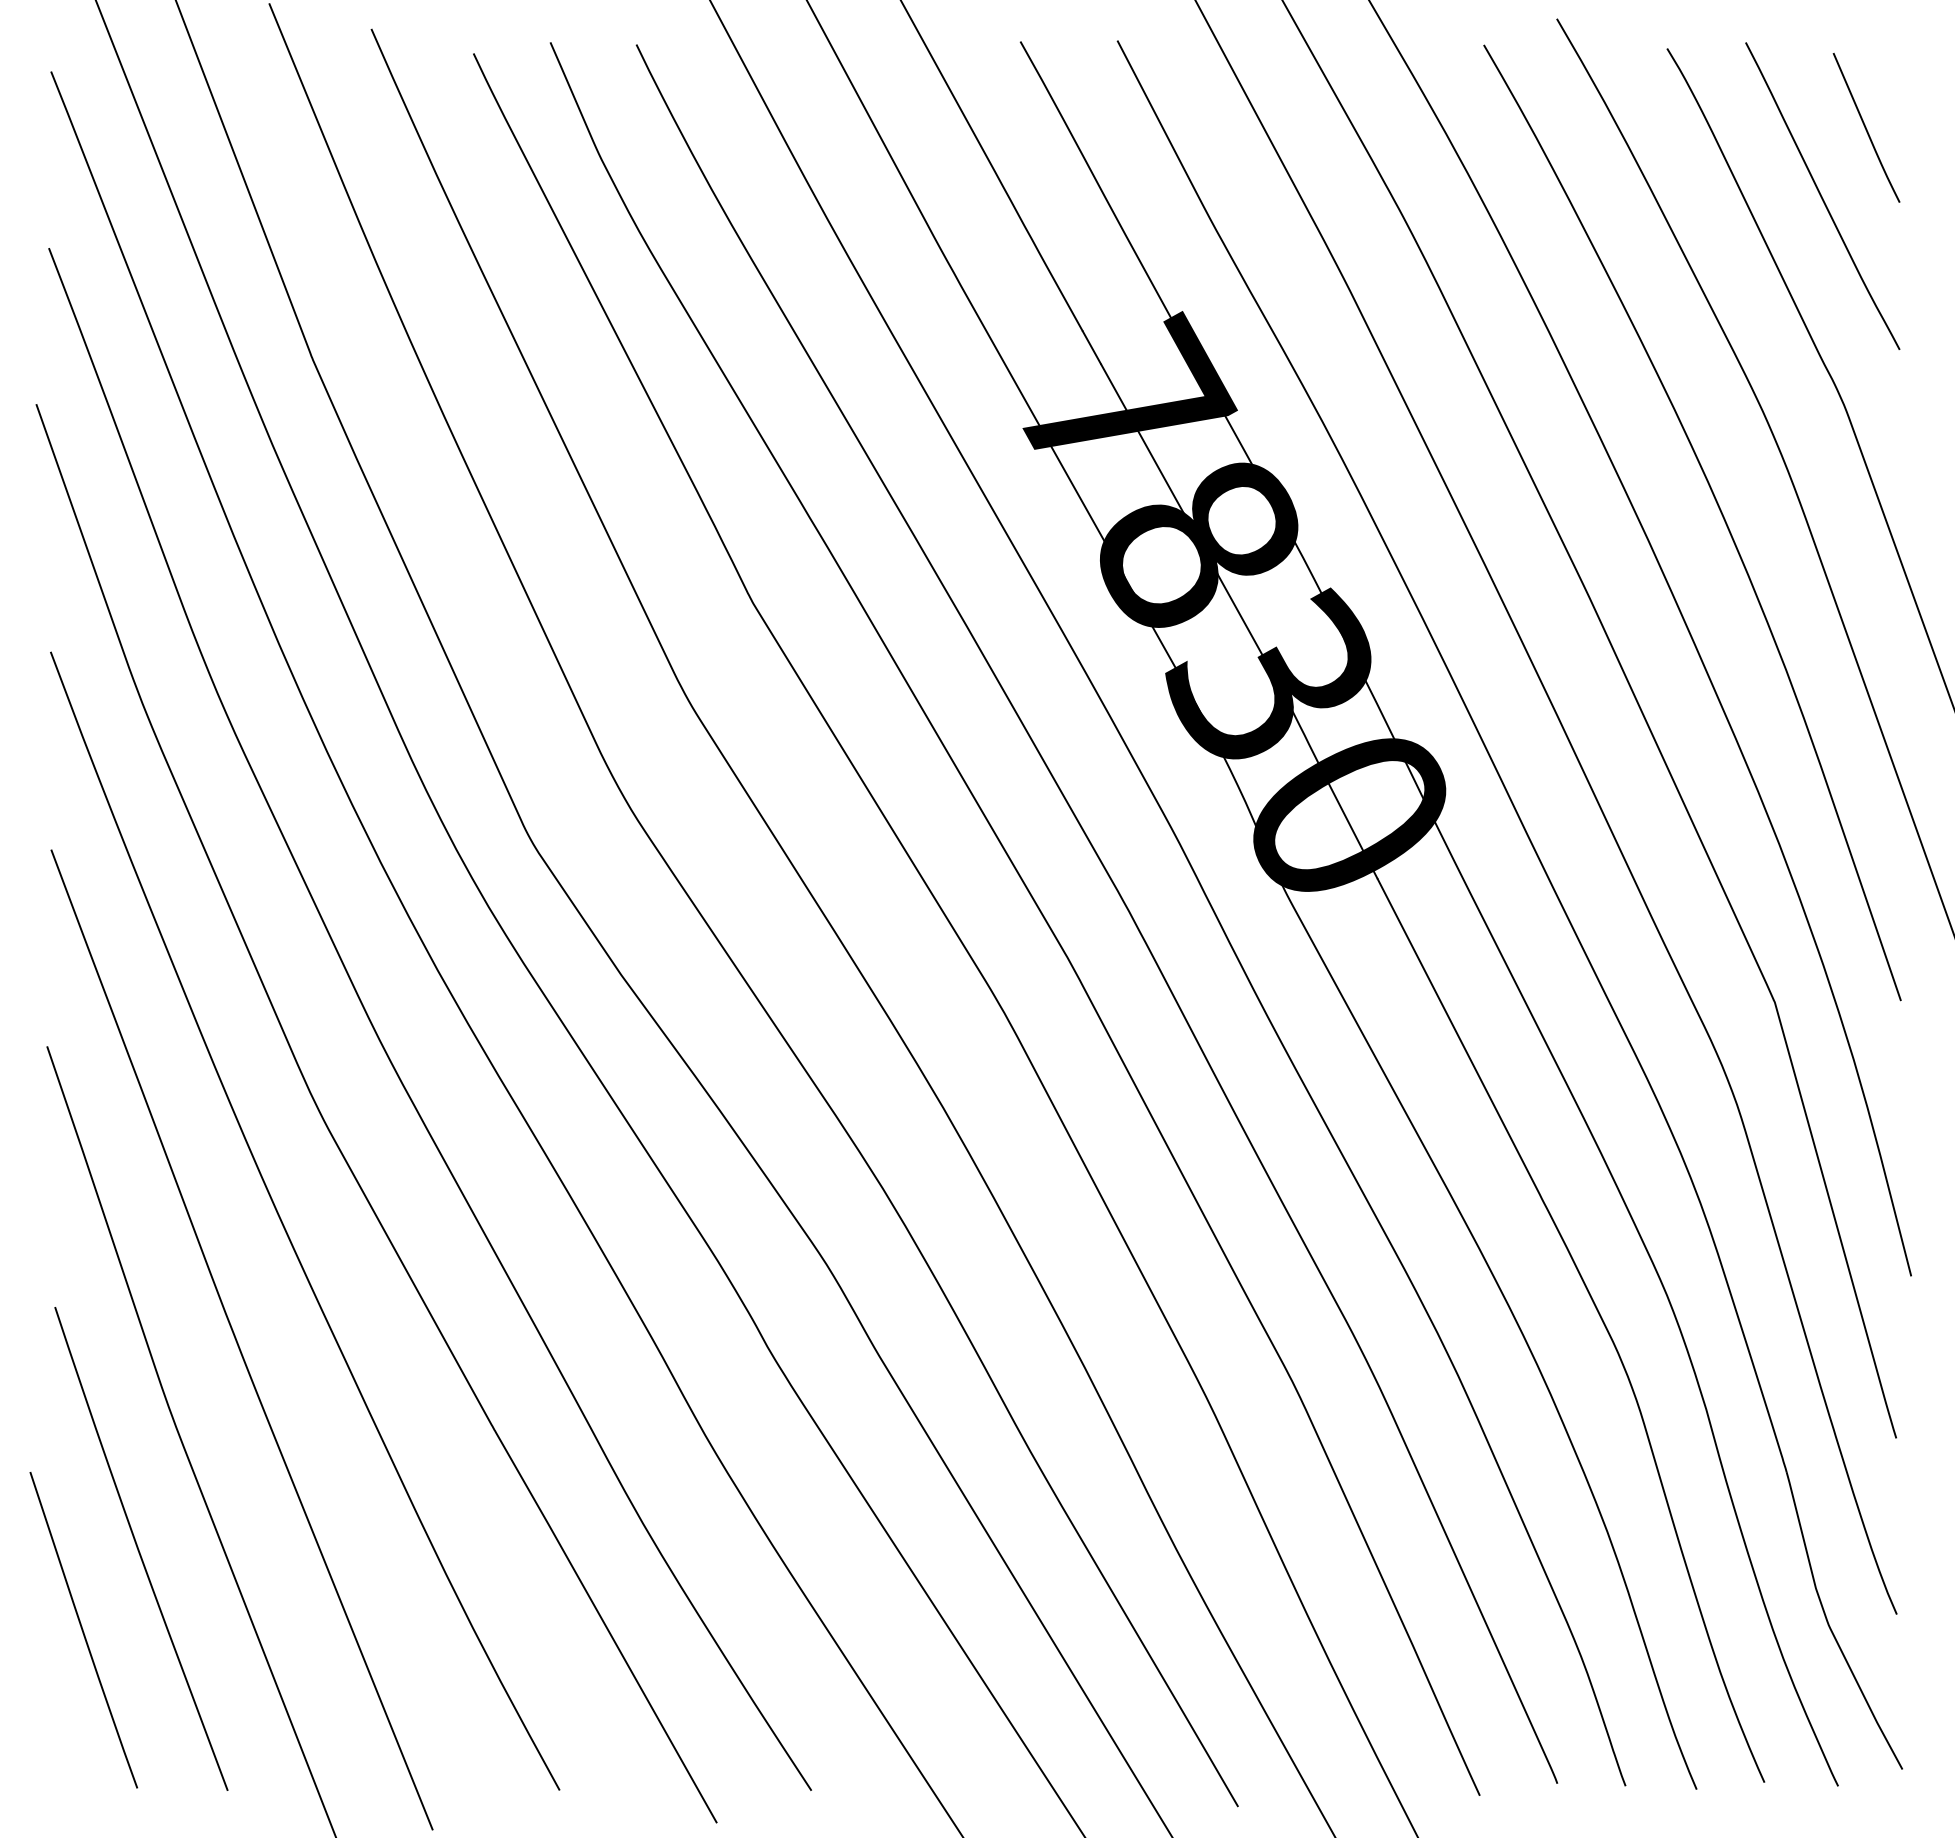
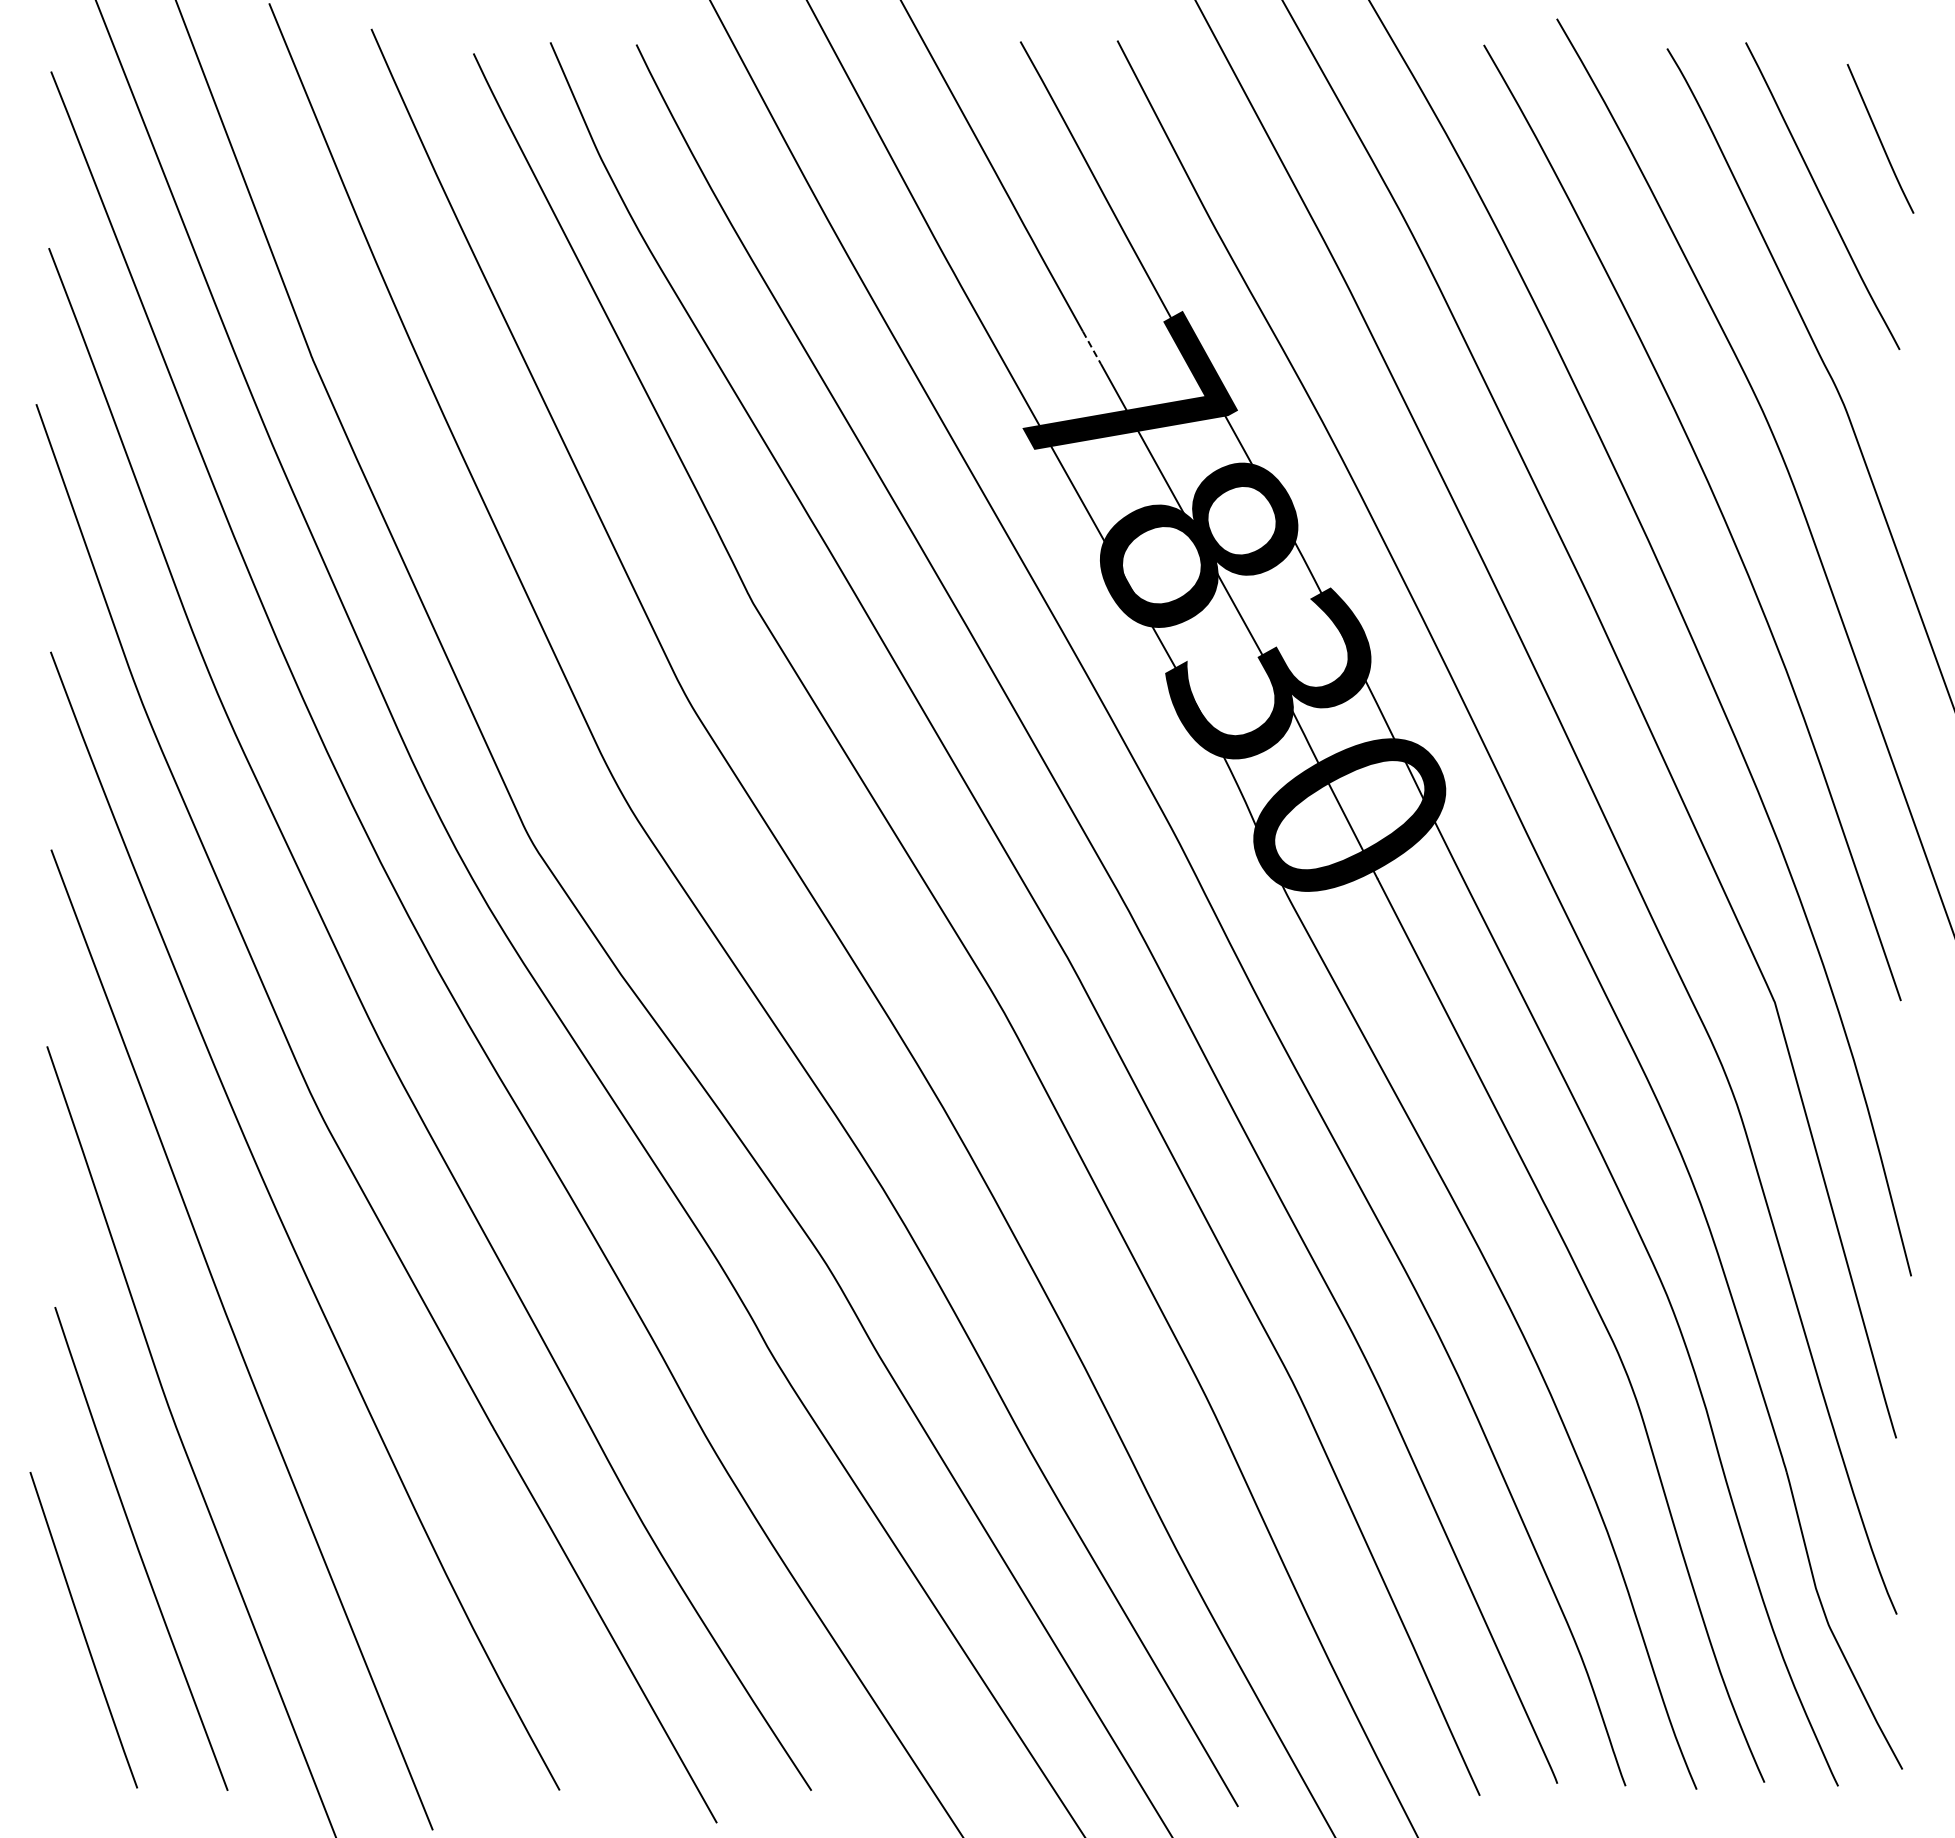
curve at (1866, 127) position: (1866, 127) -> (1880, 138)
line at (1092, 348): solid -> dashed
